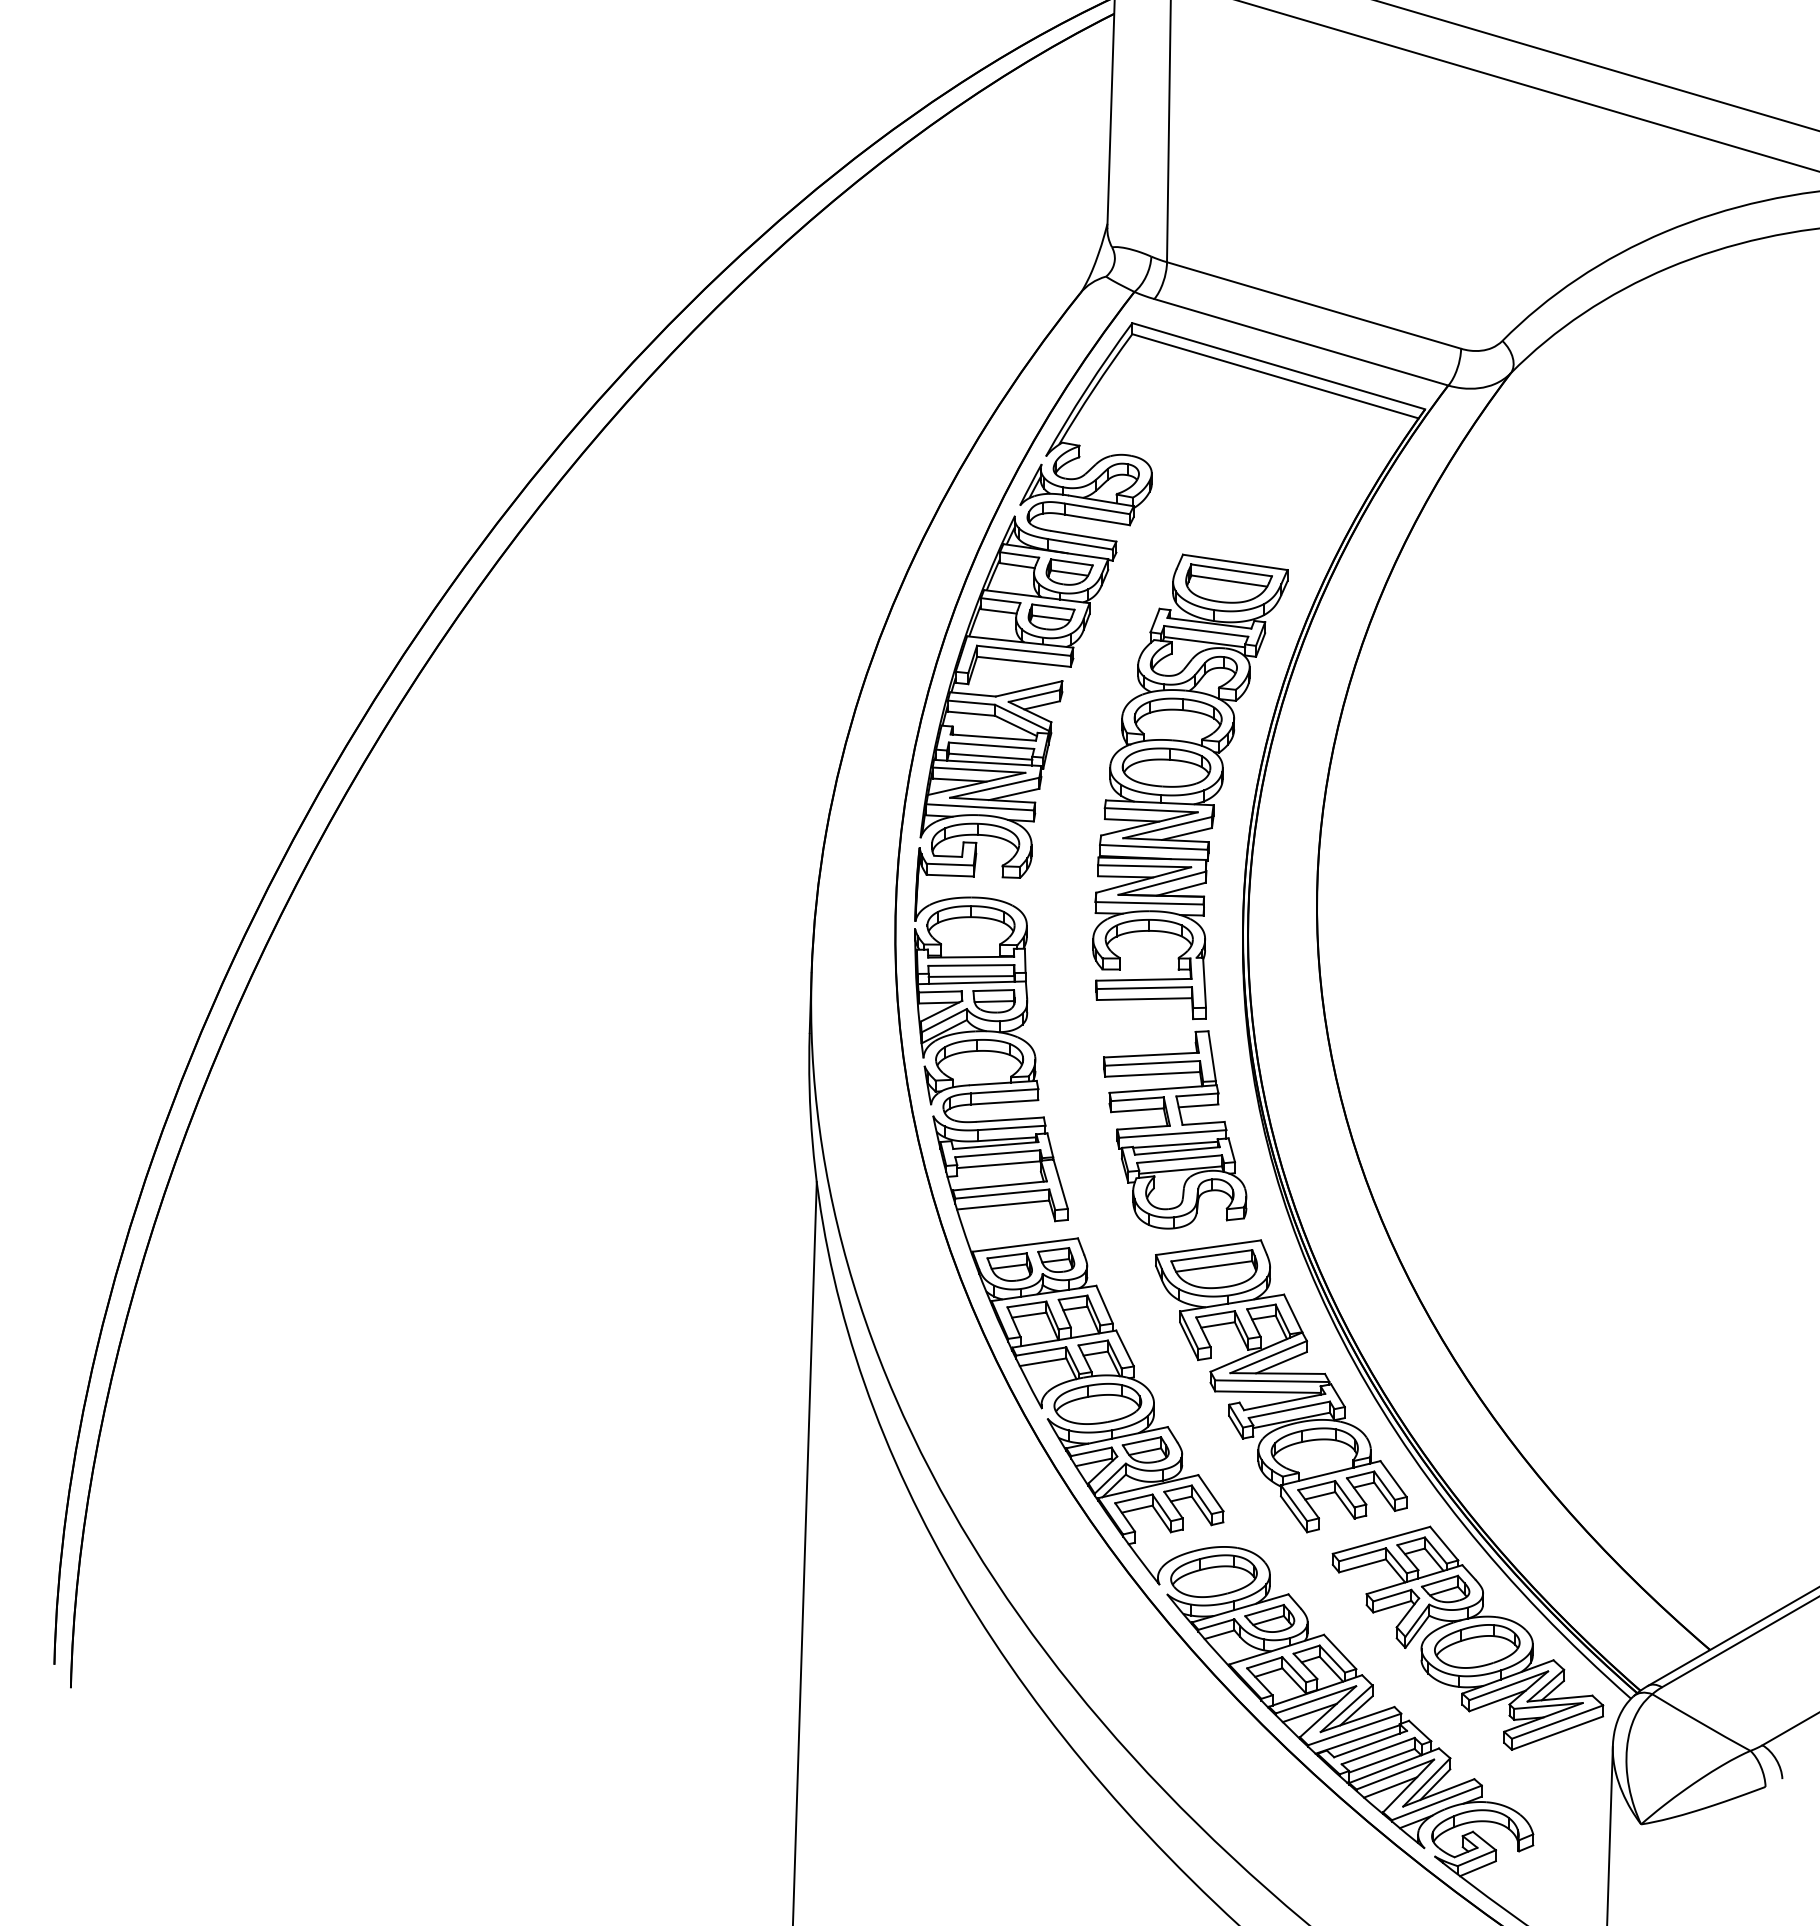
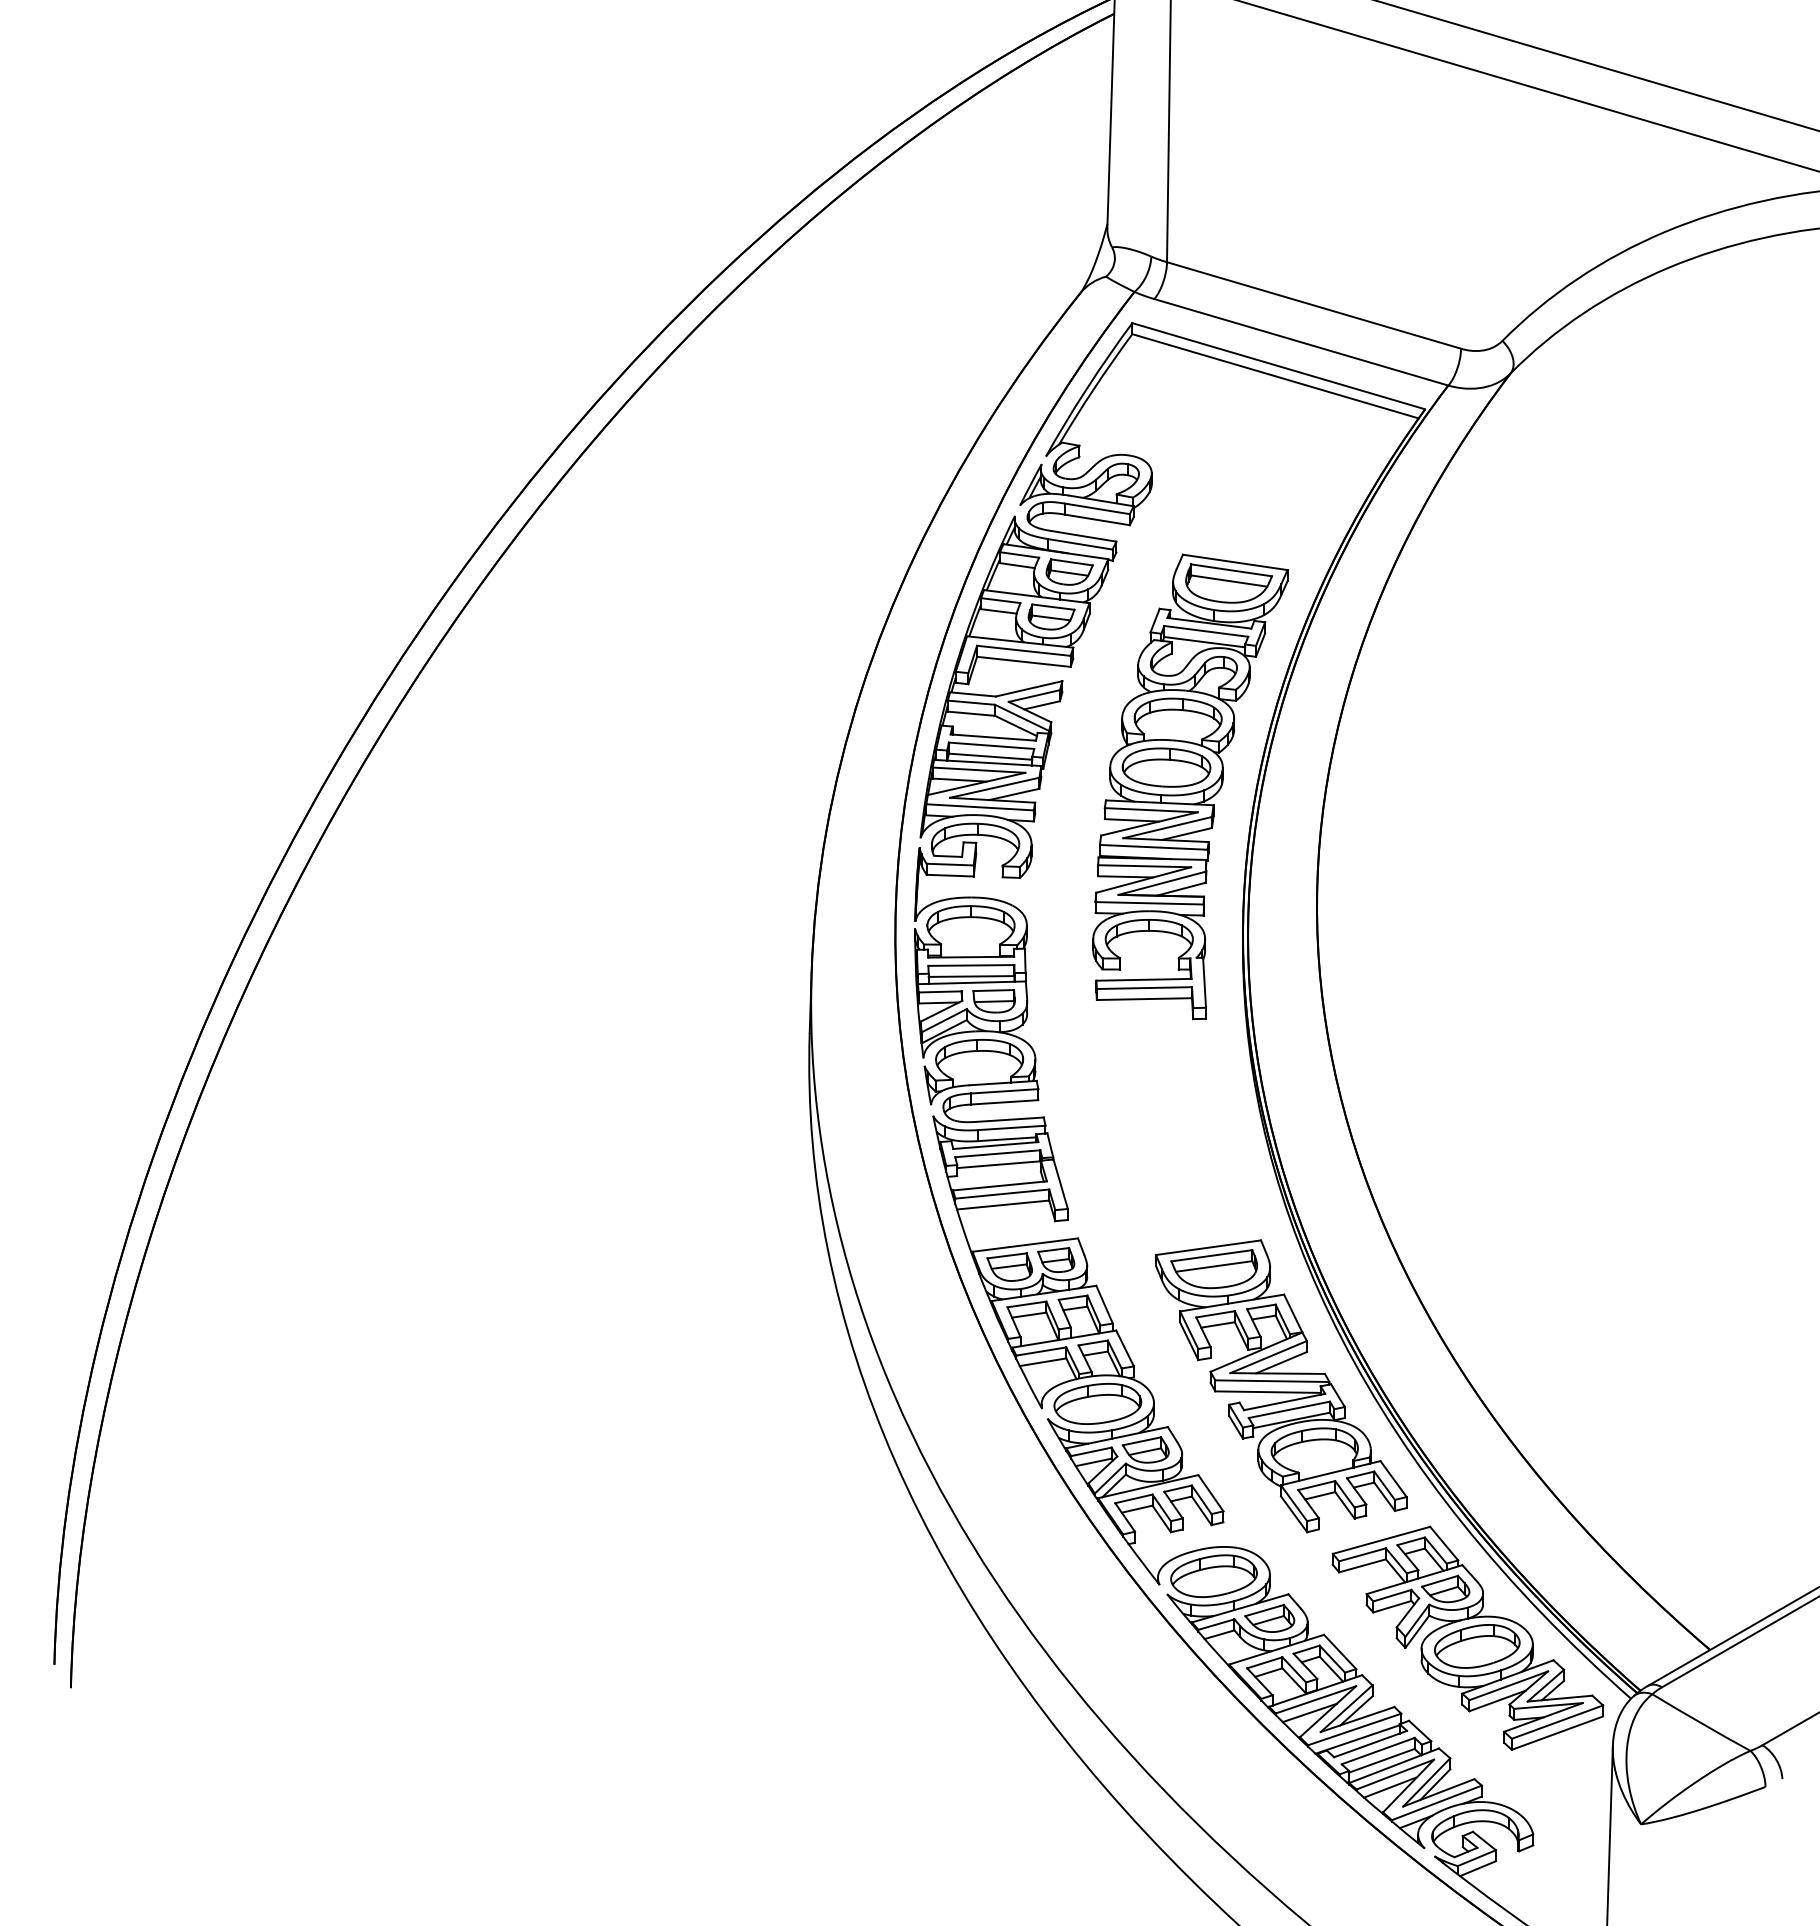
part at (1175, 1129): present -> none
line at (804, 1551): present -> none
